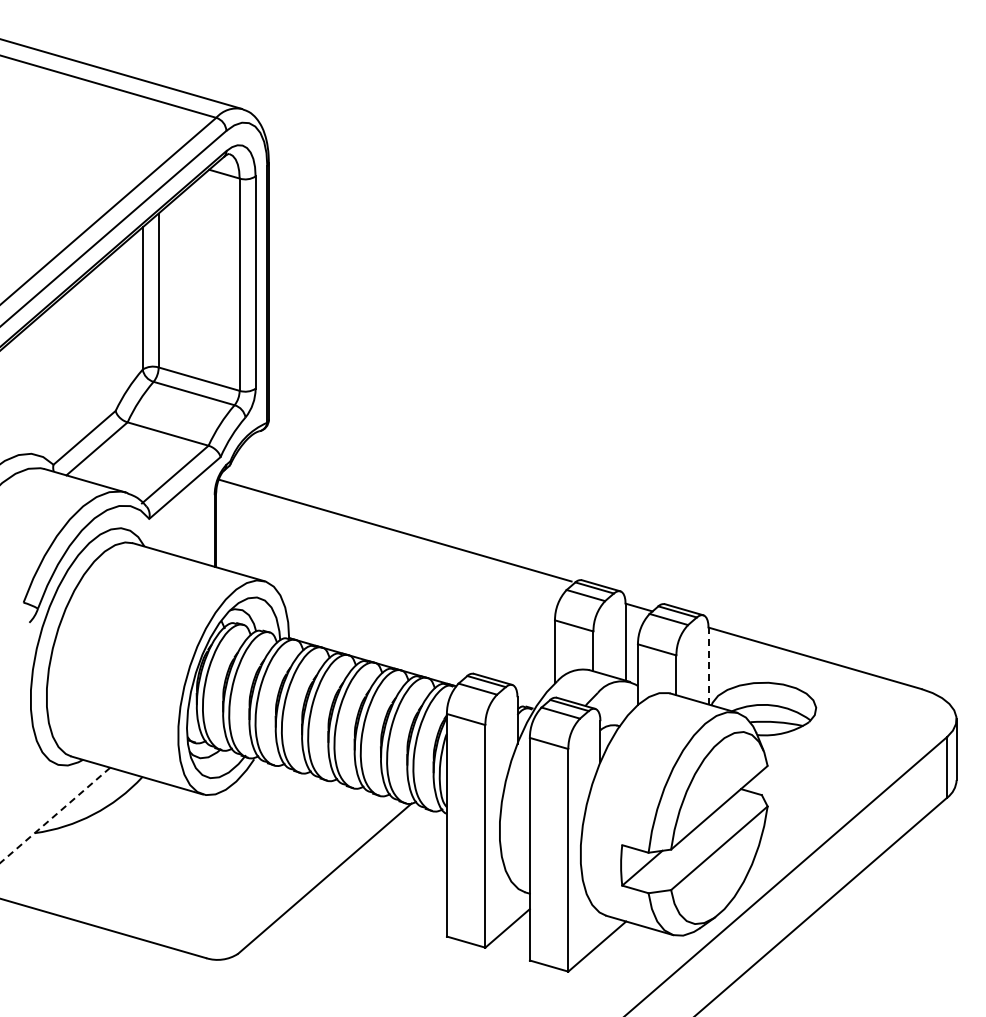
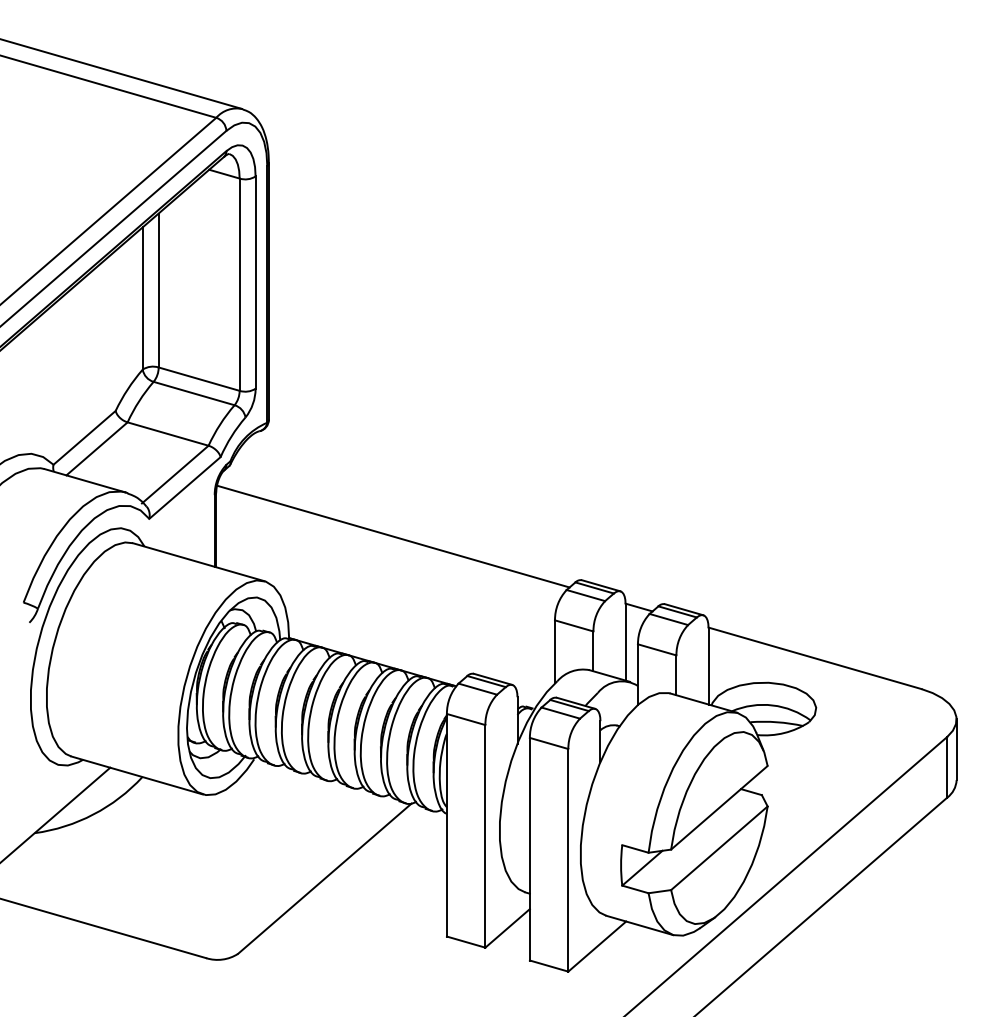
line at (395, 530) position: (395, 530) -> (393, 536)
line at (708, 665): dashed -> solid
line at (55, 815): dashed -> solid
